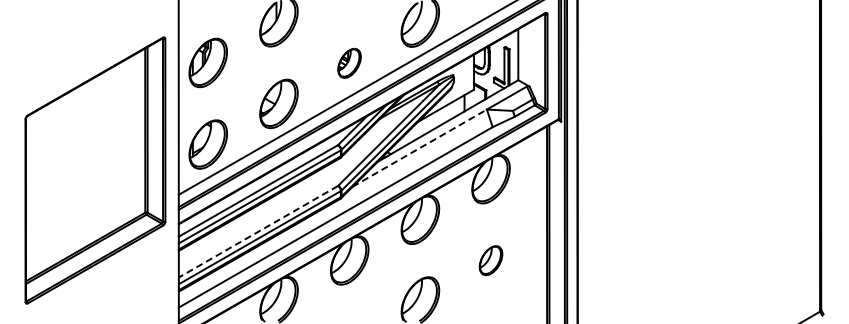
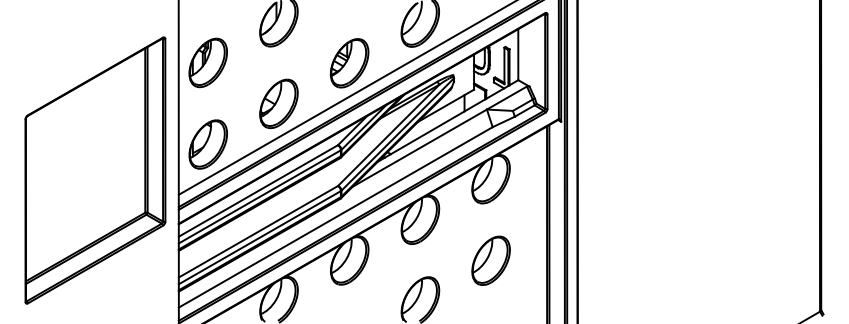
part at (349, 62) size: 25x32 px -> 41x51 px
line at (420, 147): dashed -> solid
line at (258, 231): dashed -> solid
part at (490, 260) size: 26x32 px -> 40x51 px
